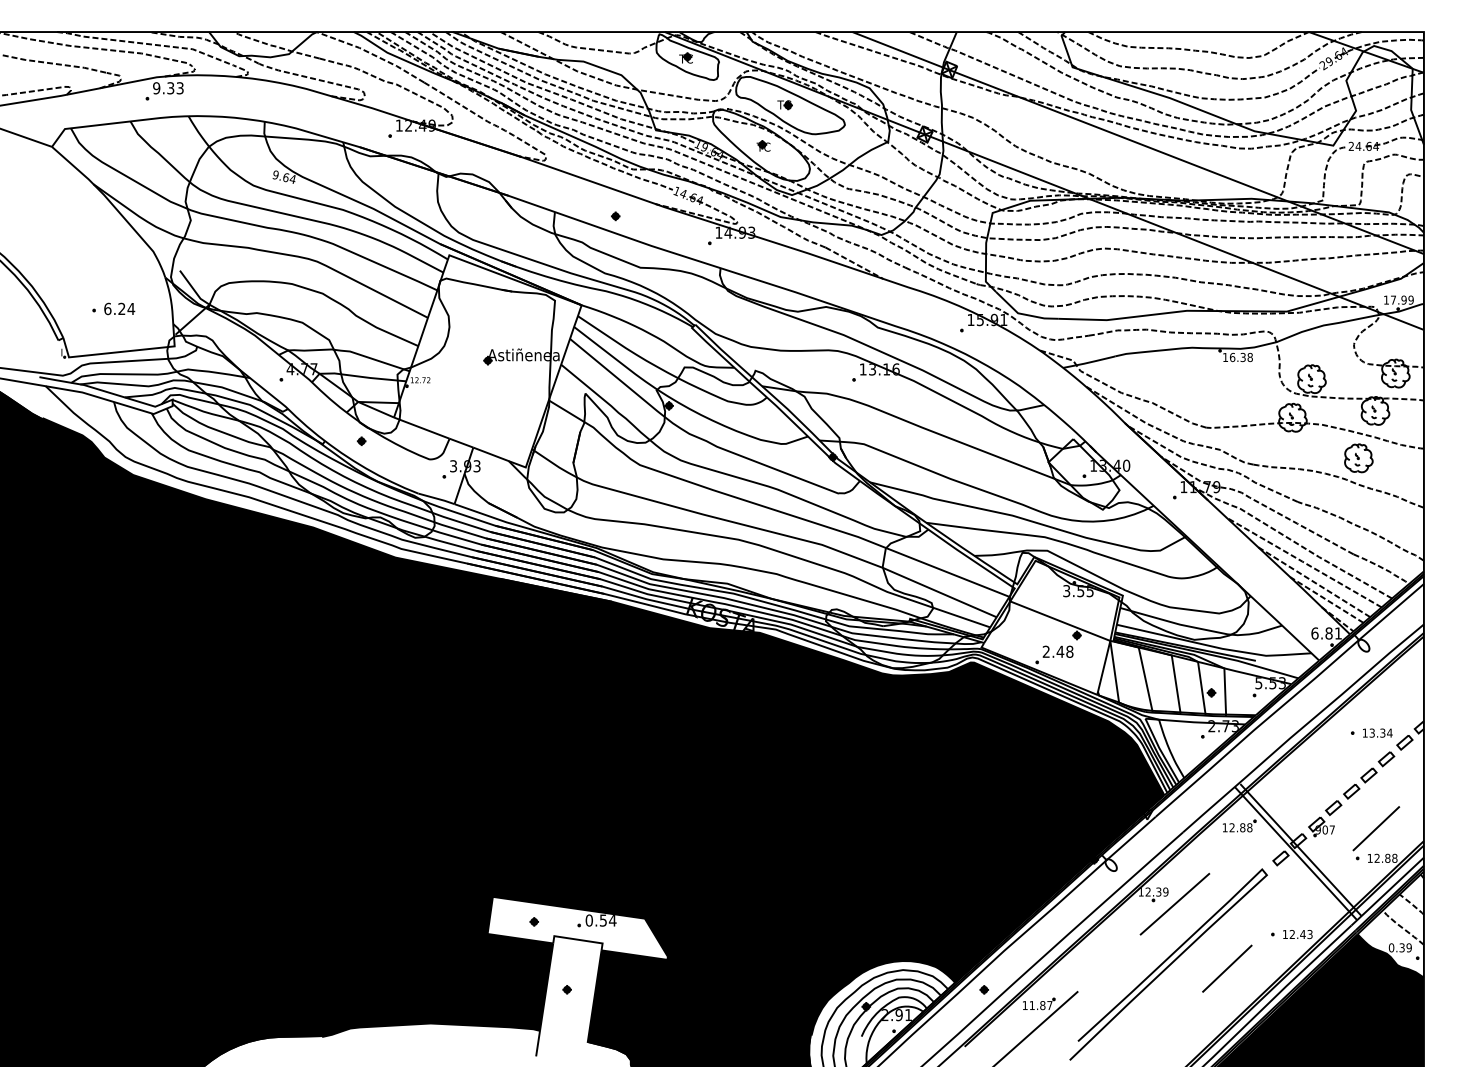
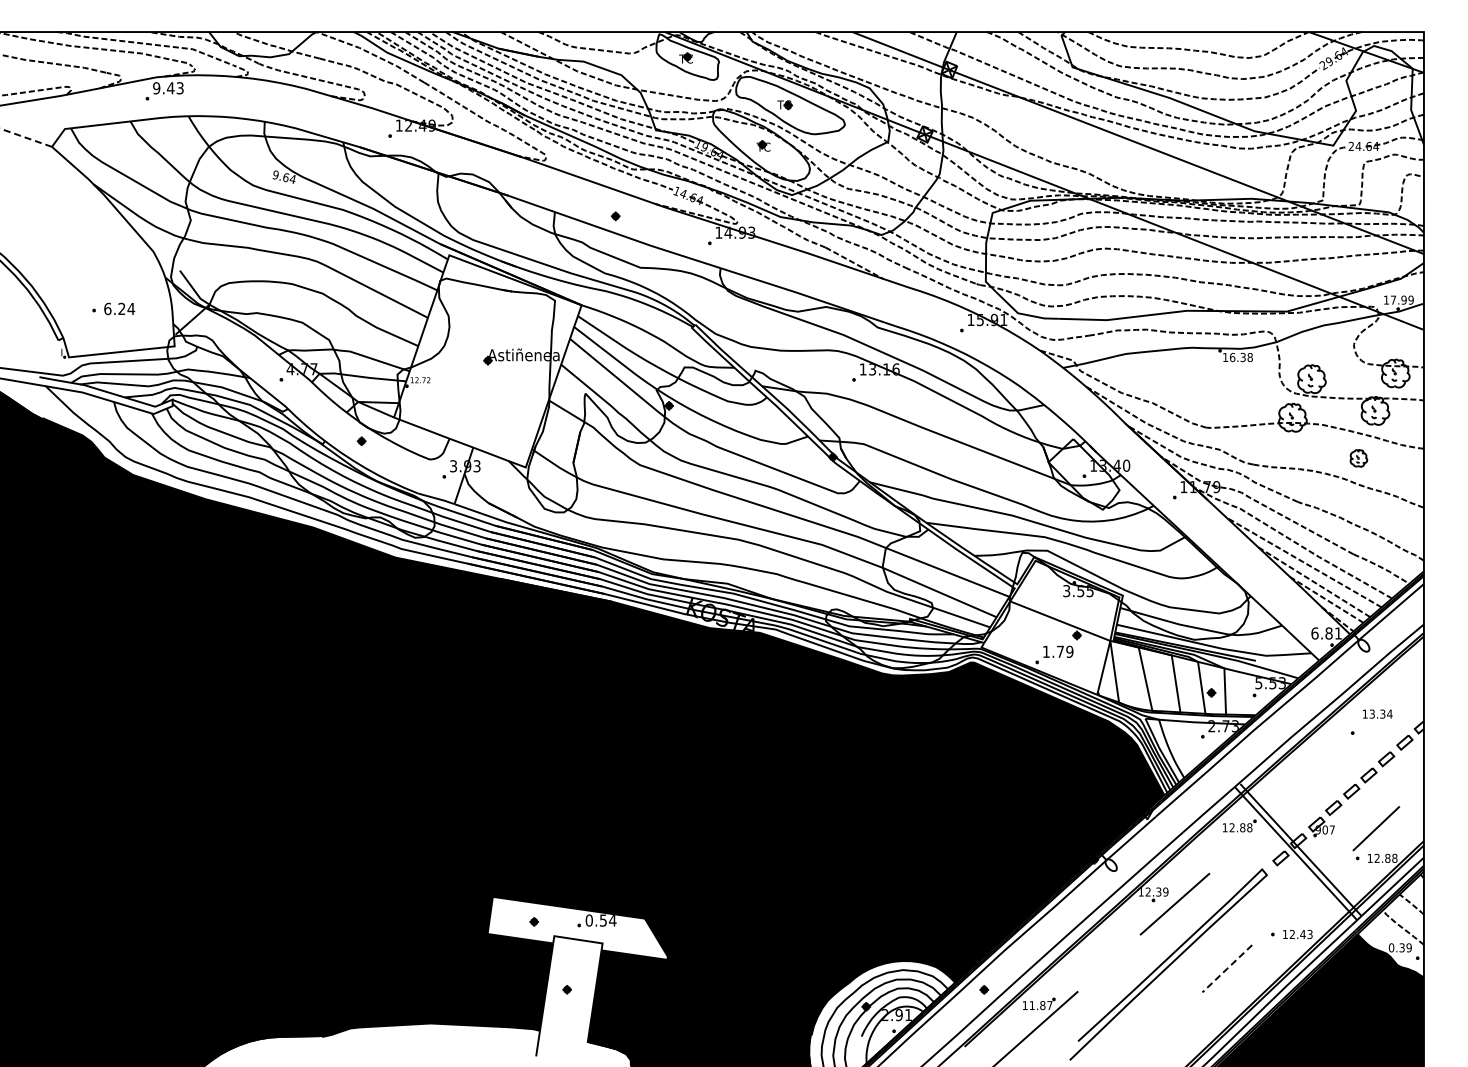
text at (170, 88): 9.33 -> 9.43
line at (25, 137): solid -> dashed
part at (1358, 458) size: 30x31 px -> 20x19 px
text at (1057, 651): 2.48 -> 1.79
text at (1377, 732) position: (1377, 732) -> (1377, 713)
line at (1227, 968): solid -> dashed
